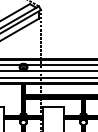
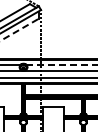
line at (19, 29): solid -> dashed
line at (62, 65): solid -> dashed
